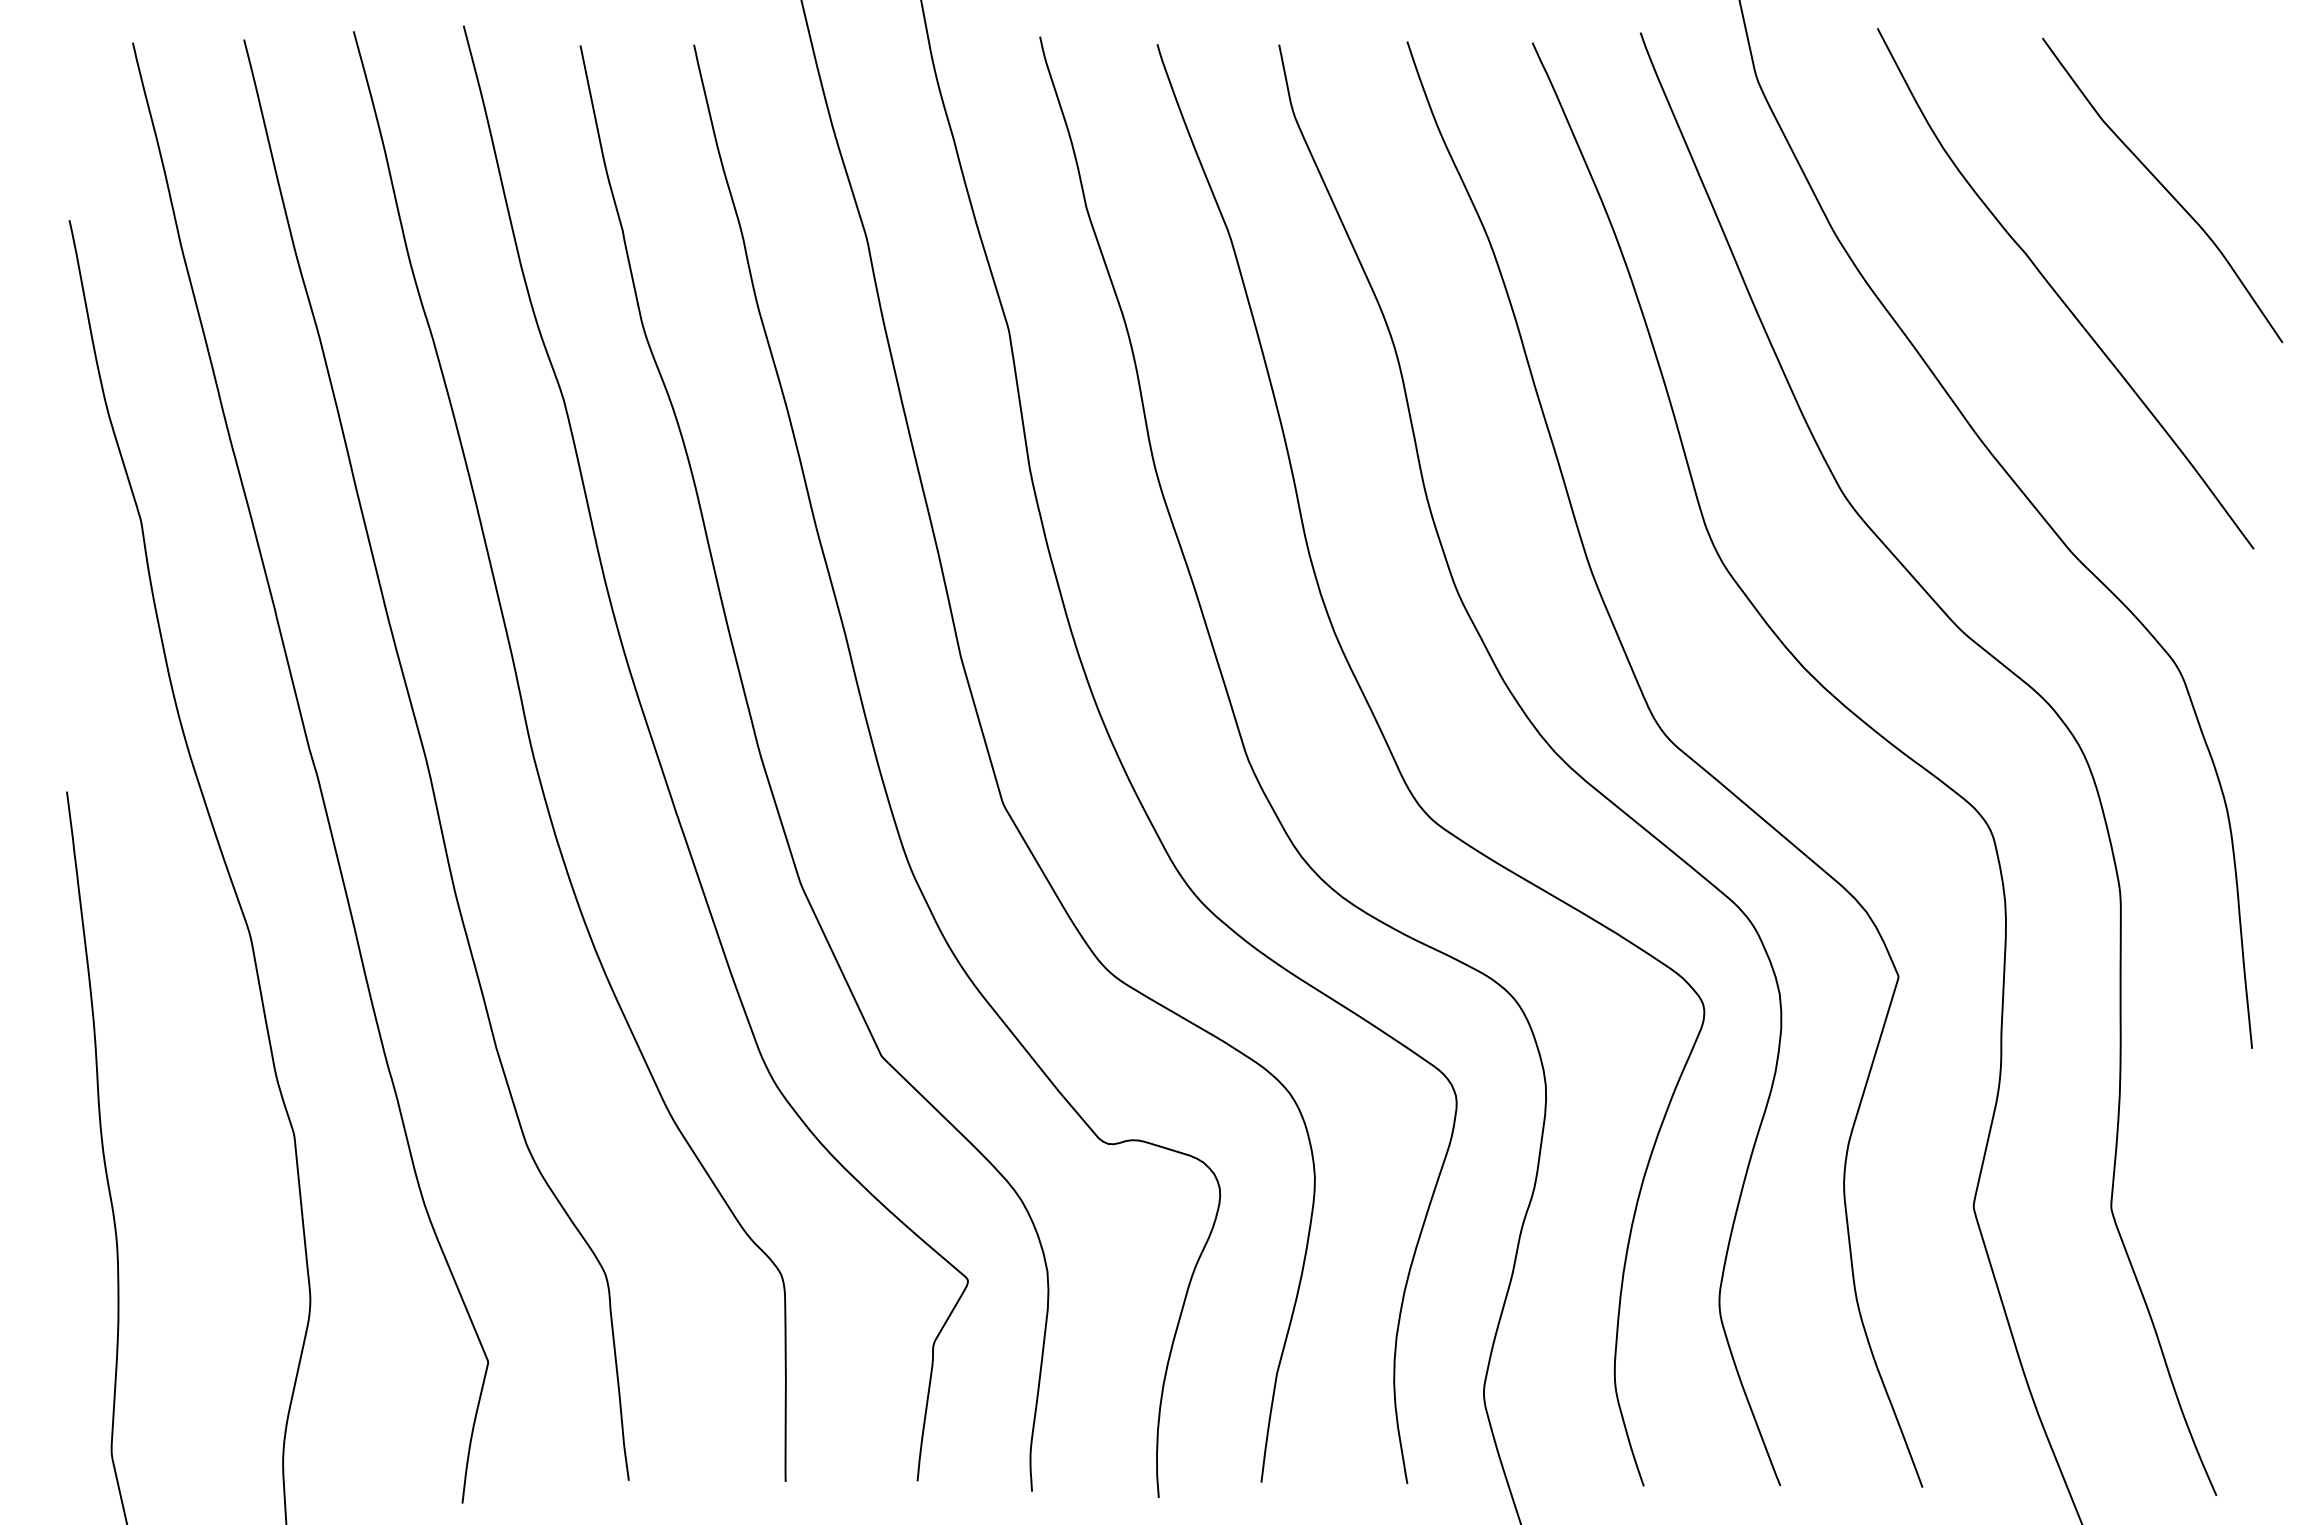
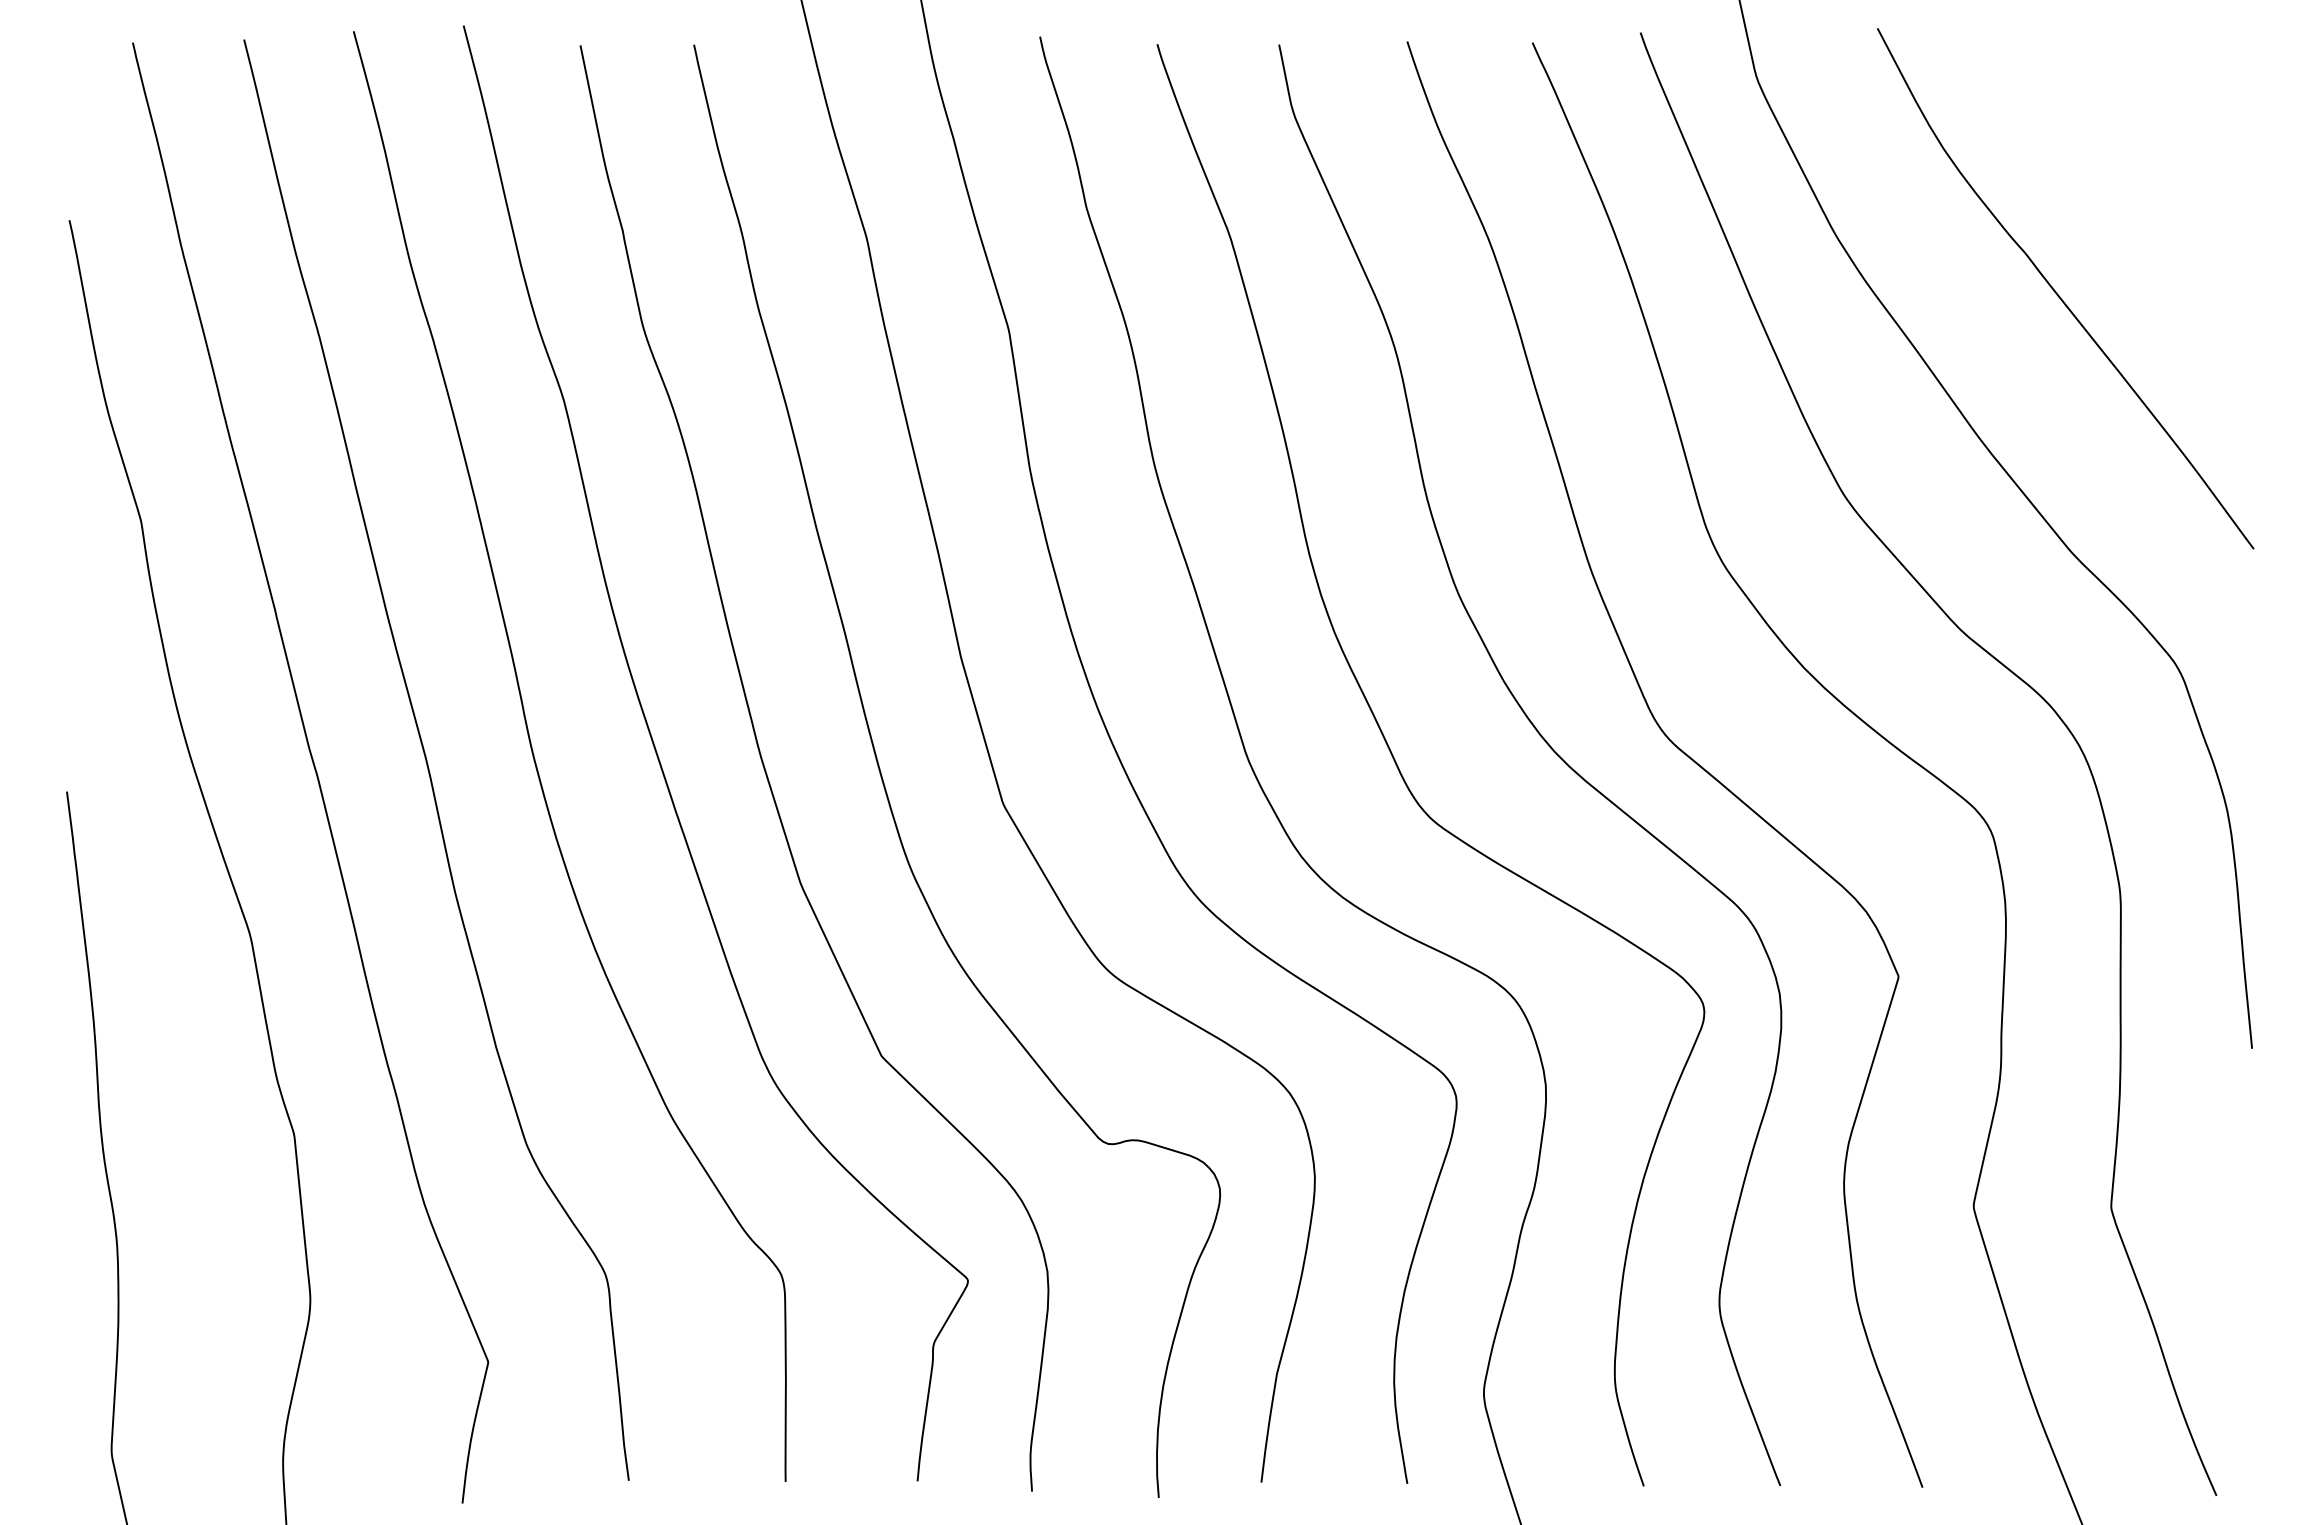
curve at (2163, 188): present -> none
